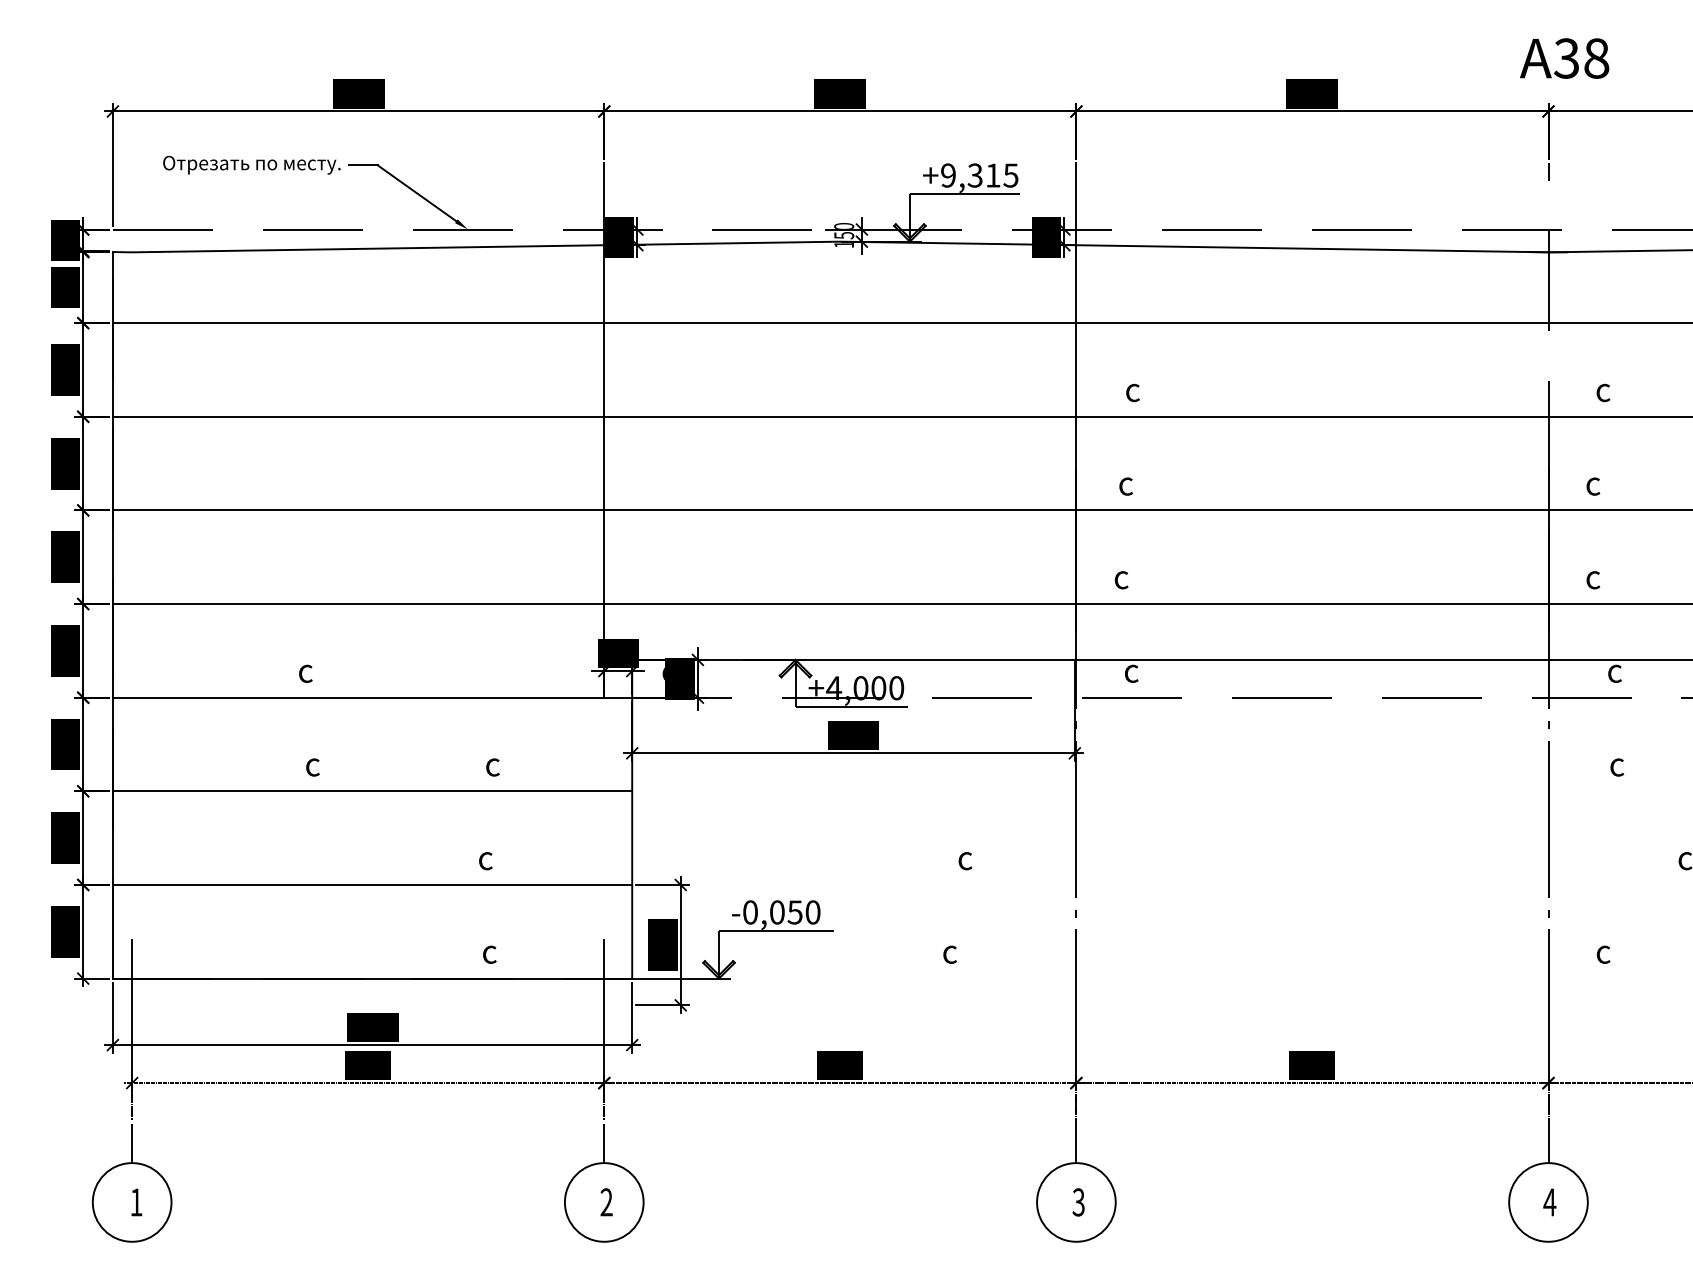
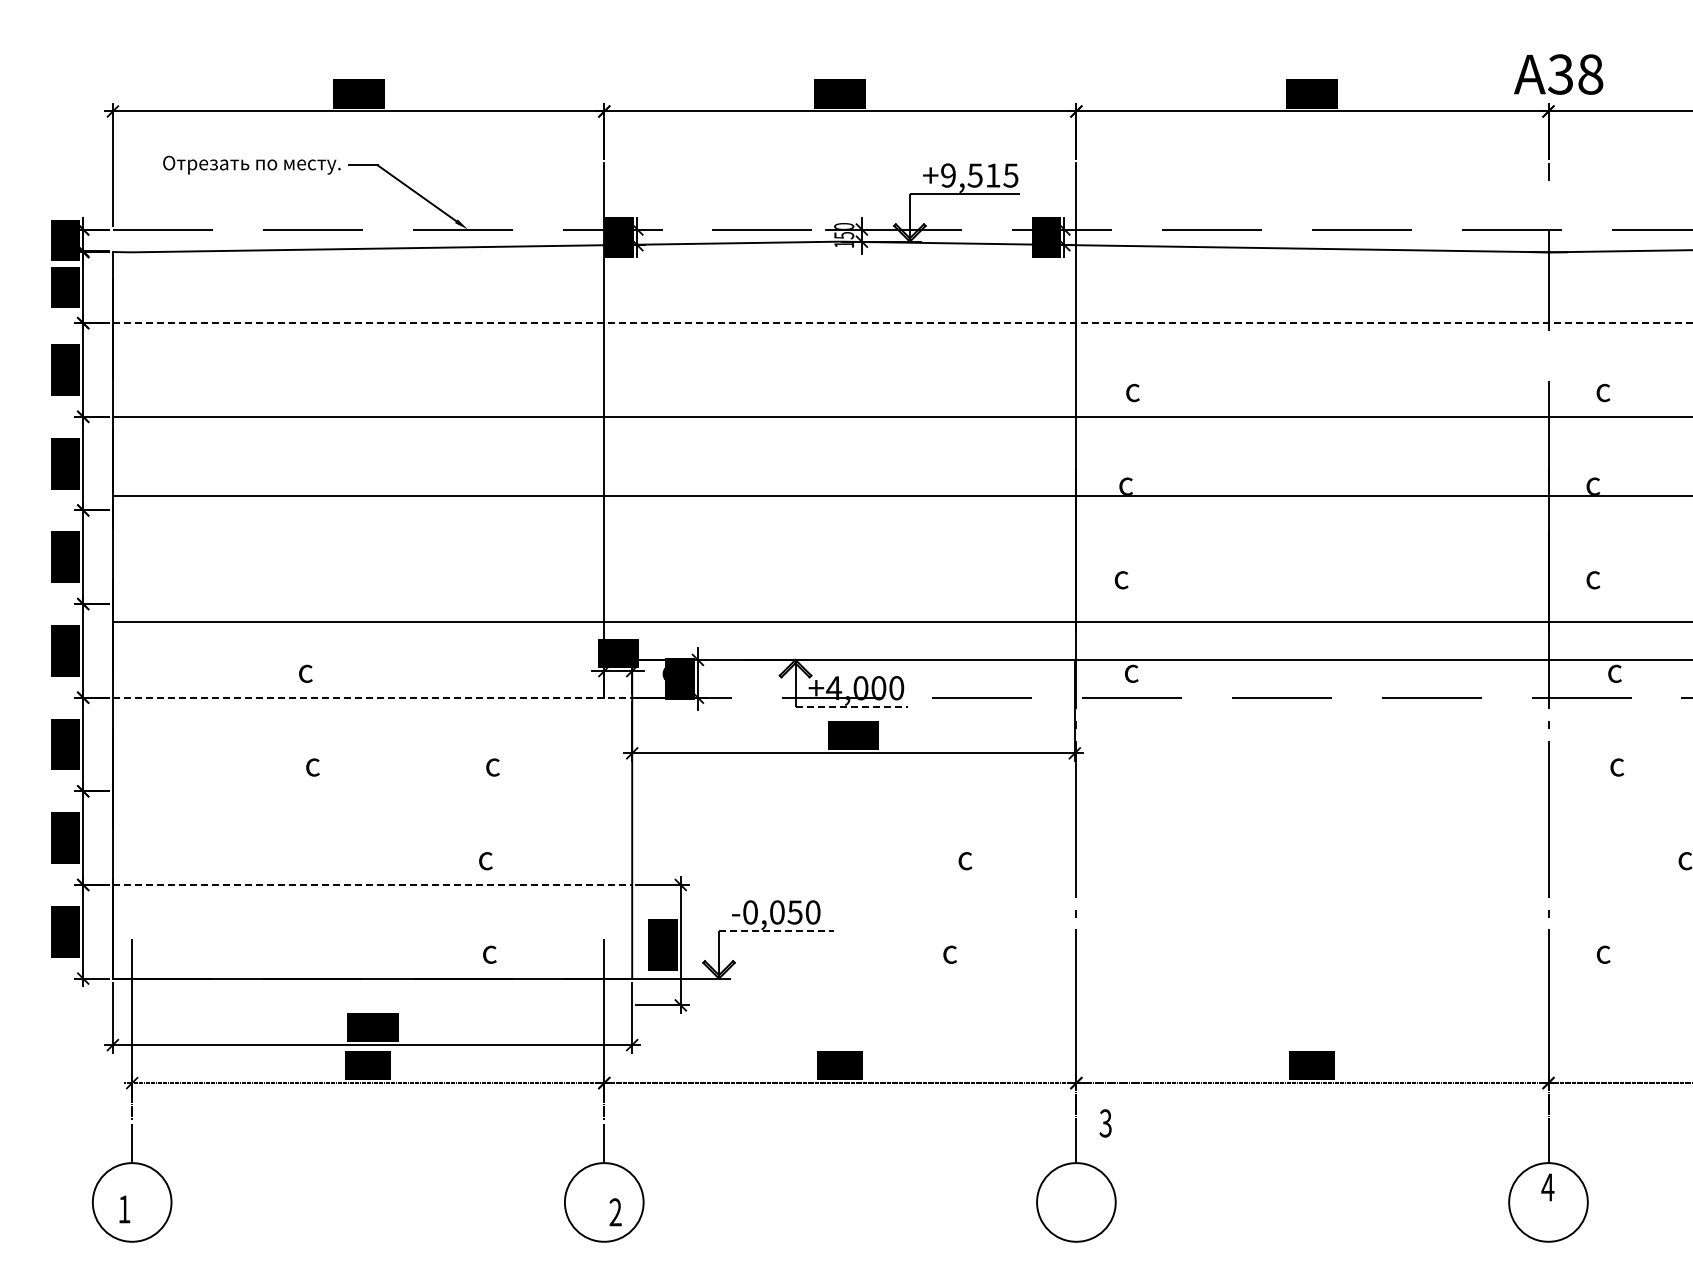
text at (1564, 58) position: (1564, 58) -> (1558, 74)
text at (975, 175): +9,315 -> +9,515
line at (902, 323): solid -> dashed
line at (900, 510) position: (900, 510) -> (900, 496)
line at (900, 604) position: (900, 604) -> (900, 622)
line at (372, 697): solid -> dashed
line at (852, 707): solid -> dashed
line at (372, 791): present -> none
line at (372, 884): solid -> dashed
line at (776, 931): solid -> dashed
text at (136, 1202) position: (136, 1202) -> (124, 1209)
text at (606, 1202) position: (606, 1202) -> (615, 1212)
text at (1078, 1202) position: (1078, 1202) -> (1105, 1123)
text at (1549, 1202) position: (1549, 1202) -> (1547, 1187)
